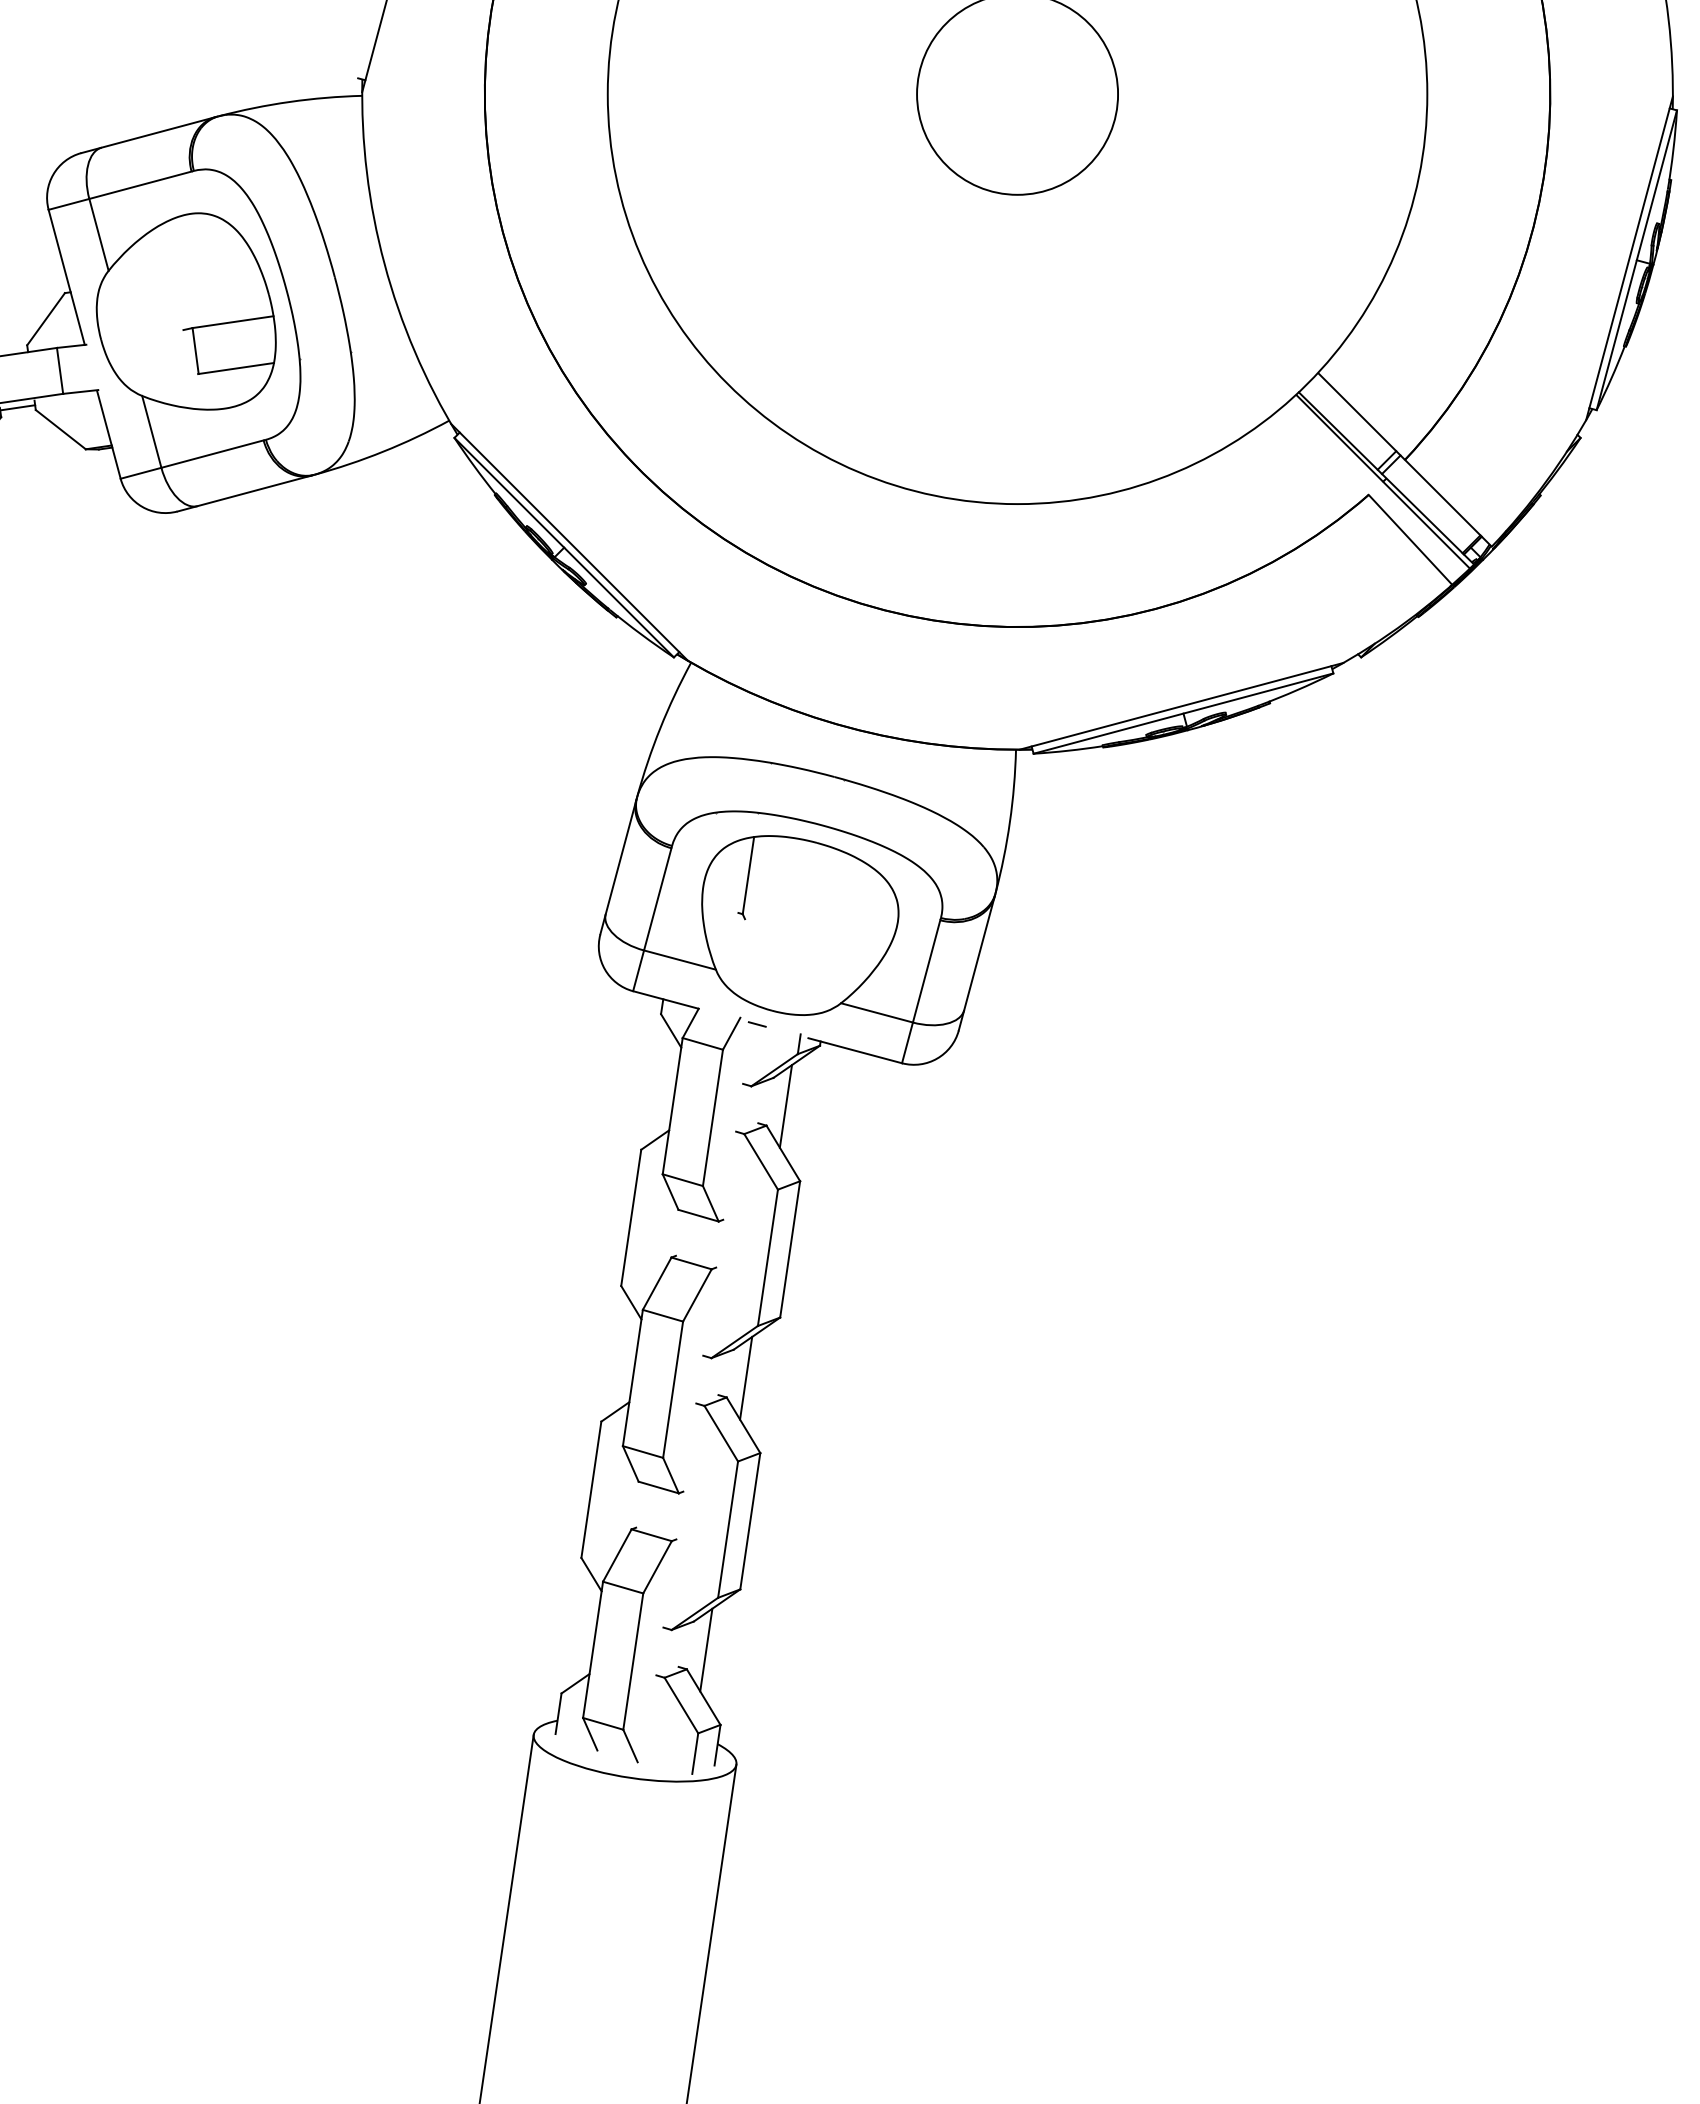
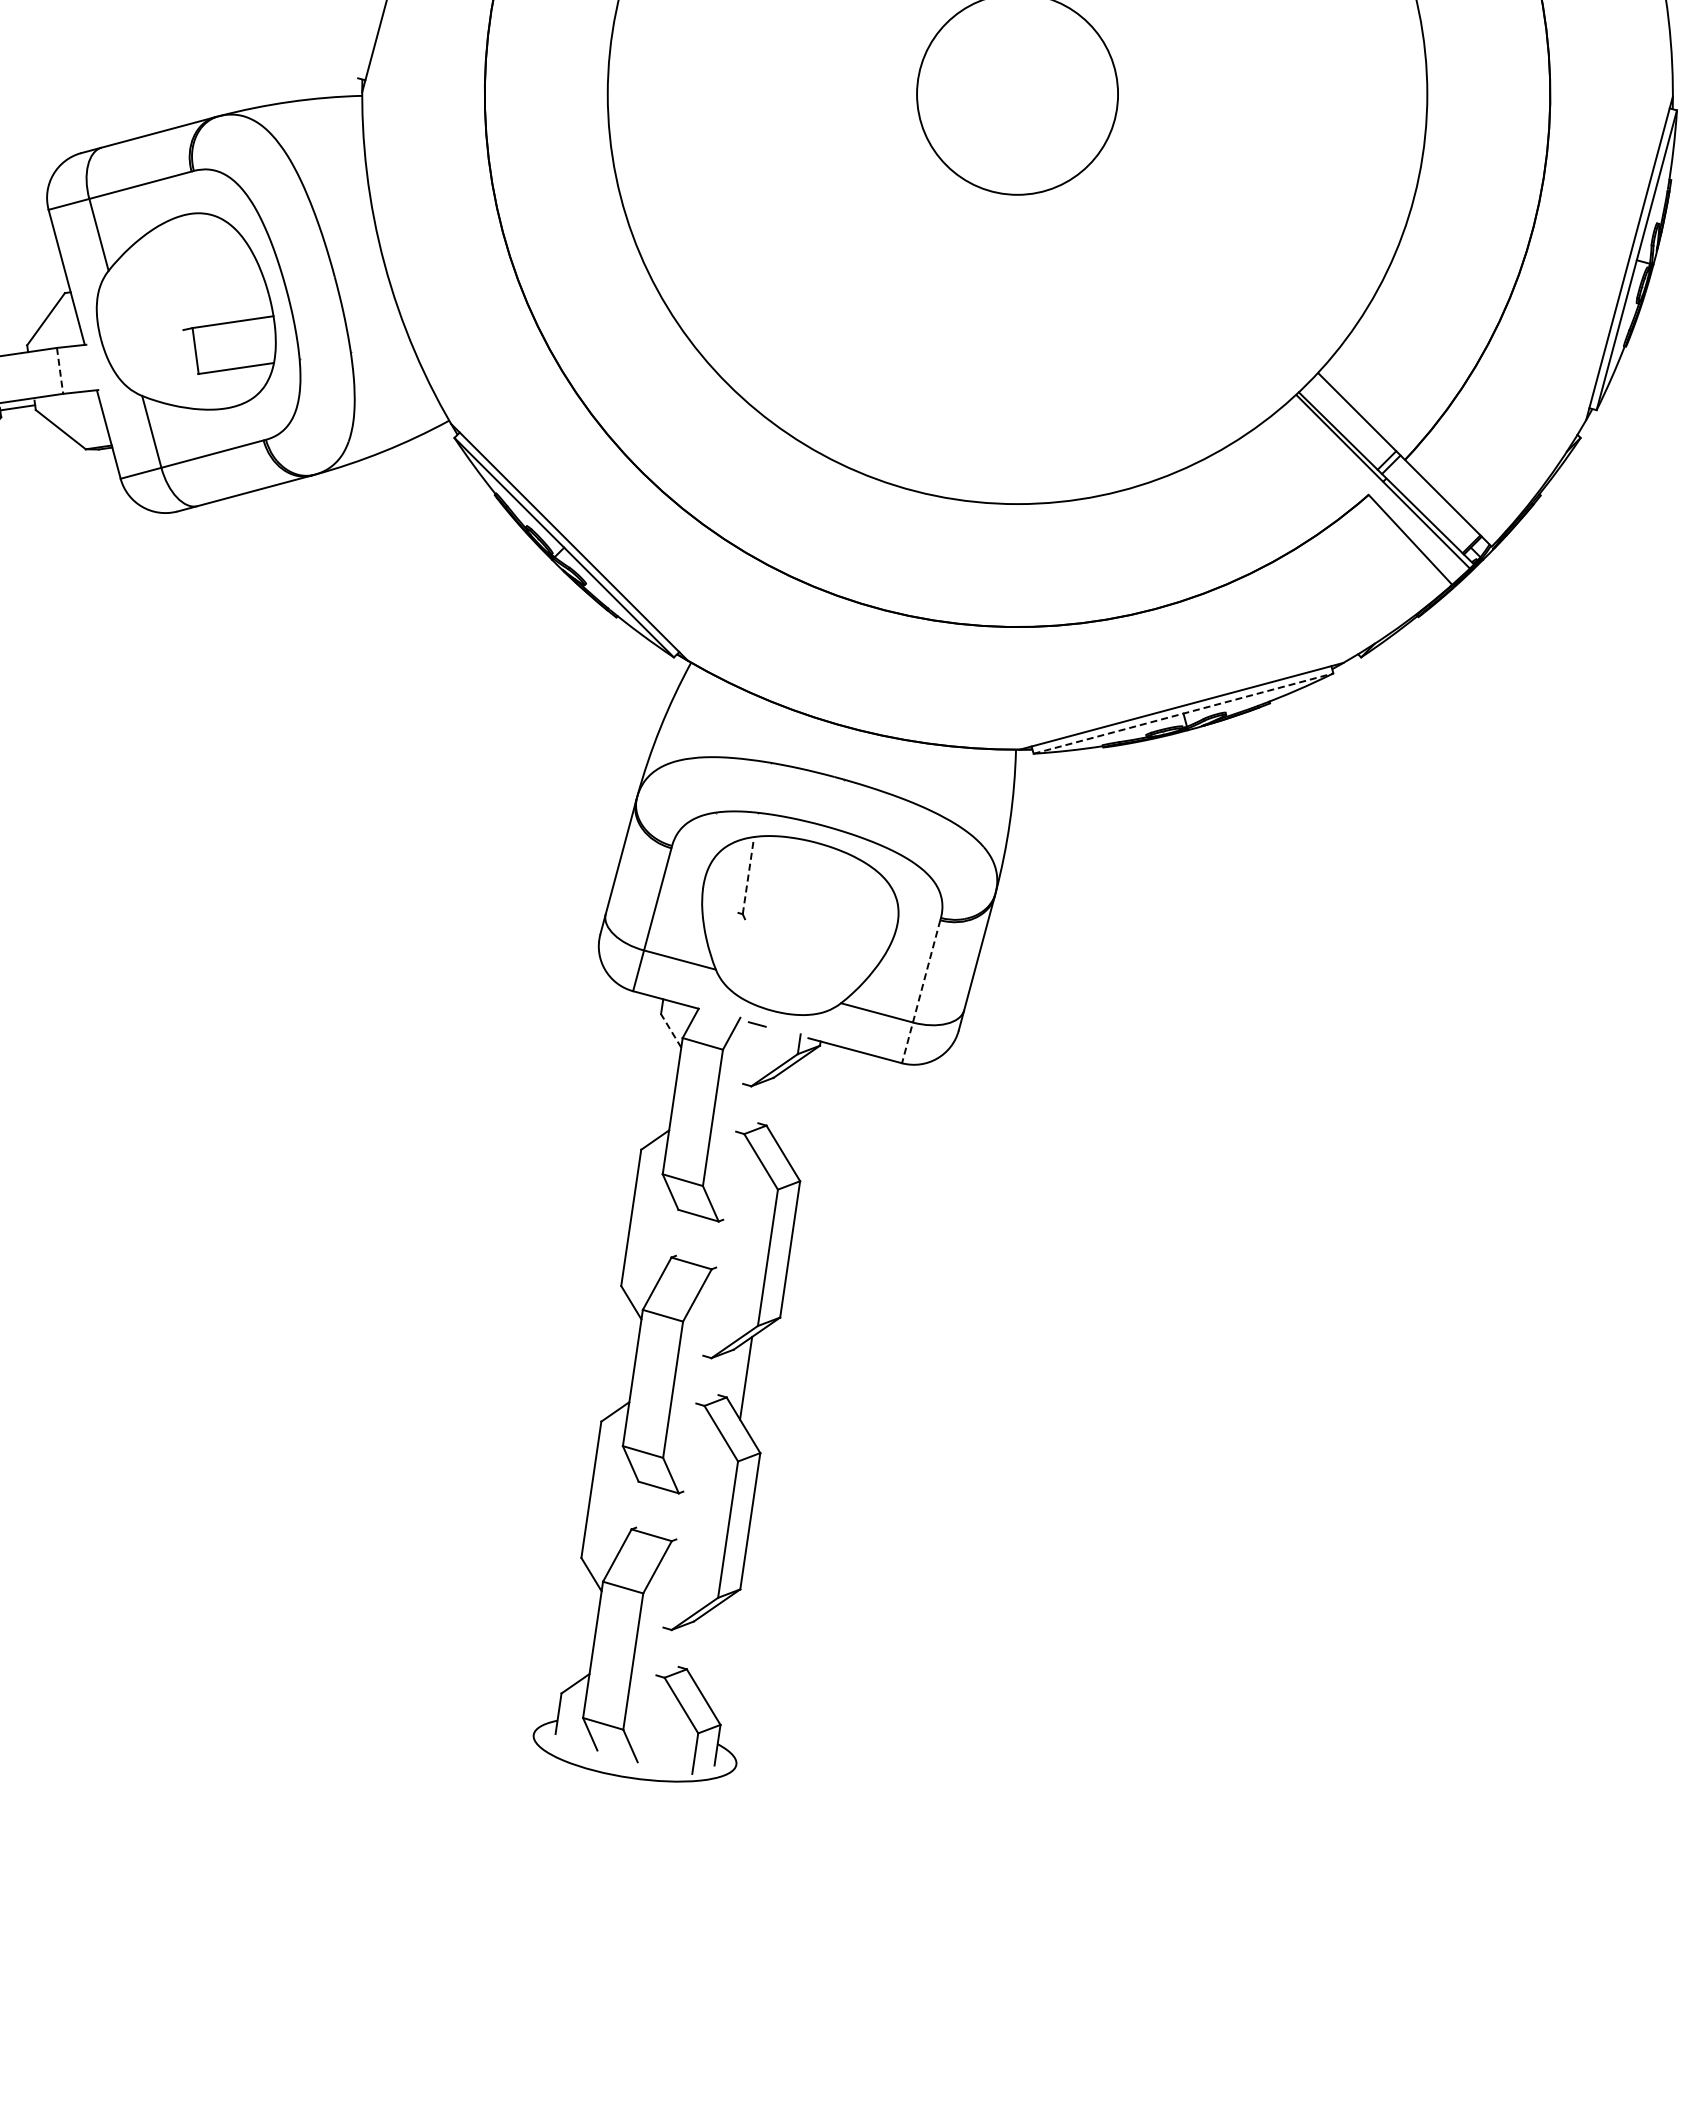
line at (60, 371): solid -> dashed
line at (1183, 713): solid -> dashed
line at (748, 875): solid -> dashed
line at (921, 992): solid -> dashed
line at (671, 1030): solid -> dashed
line at (785, 1106): present -> none
line at (706, 1649): present -> none
line at (506, 1917): present -> none
line at (711, 1932): present -> none
